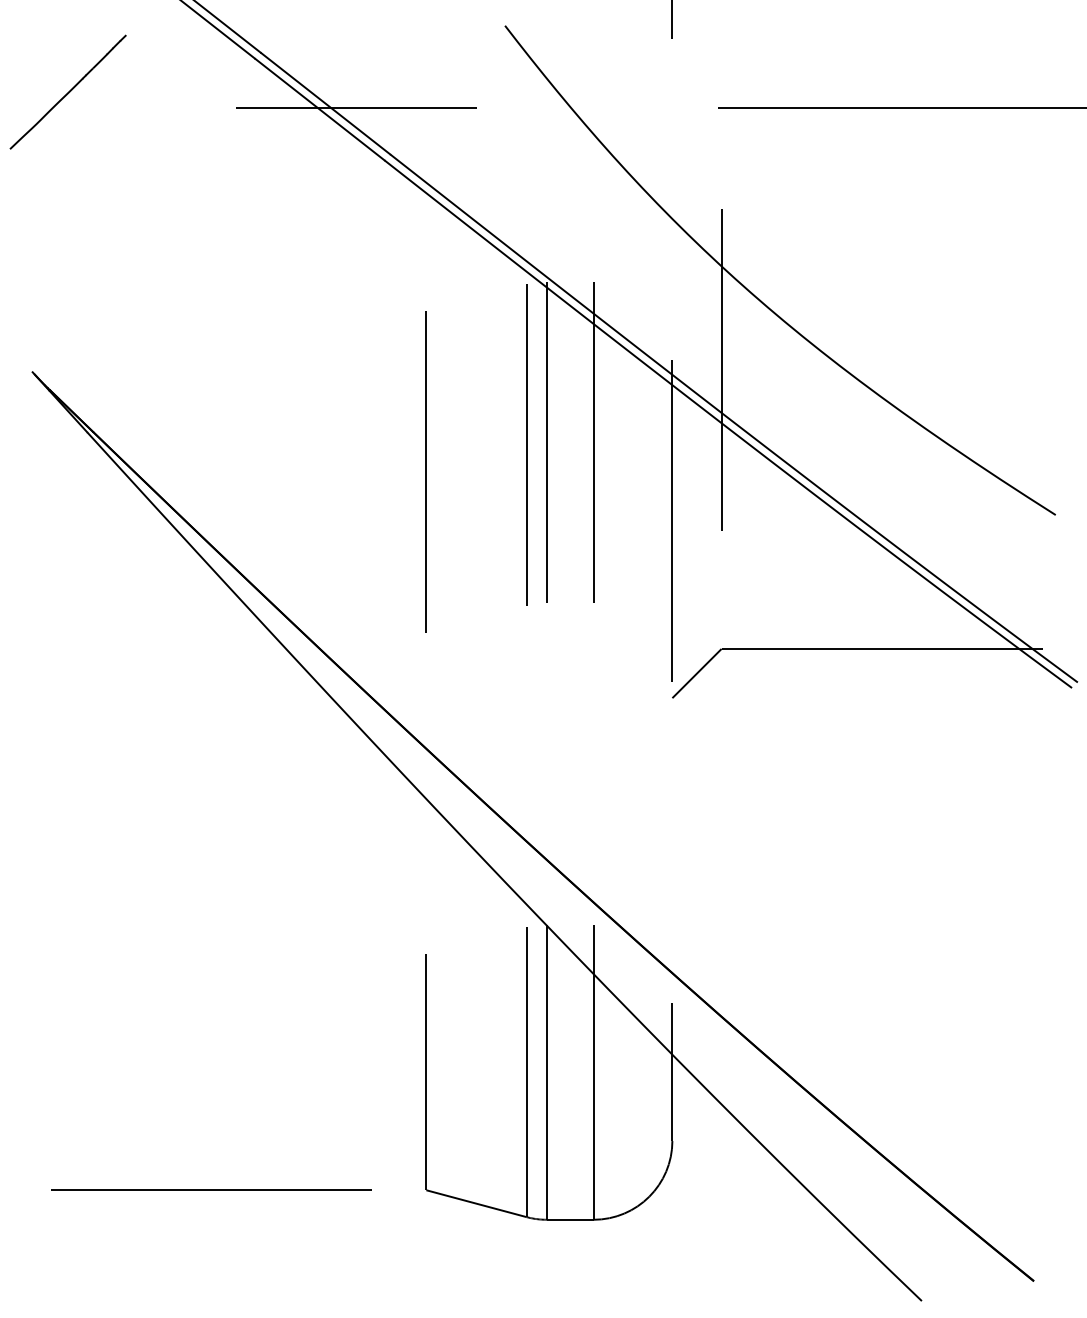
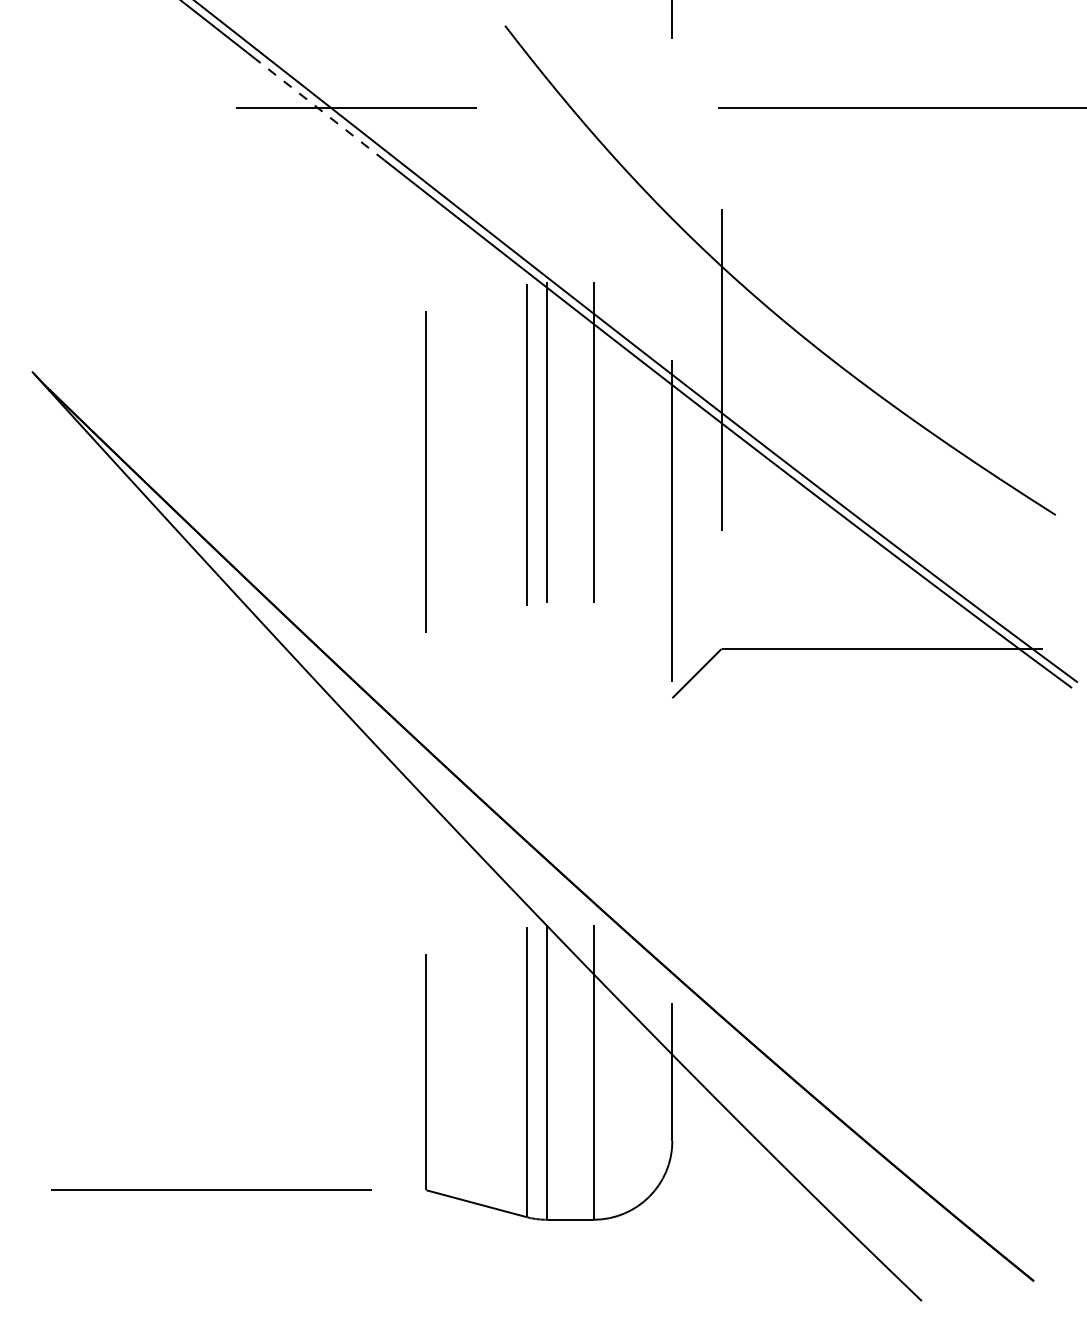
line at (68, 91): present -> none
line at (319, 109): solid -> dashed
